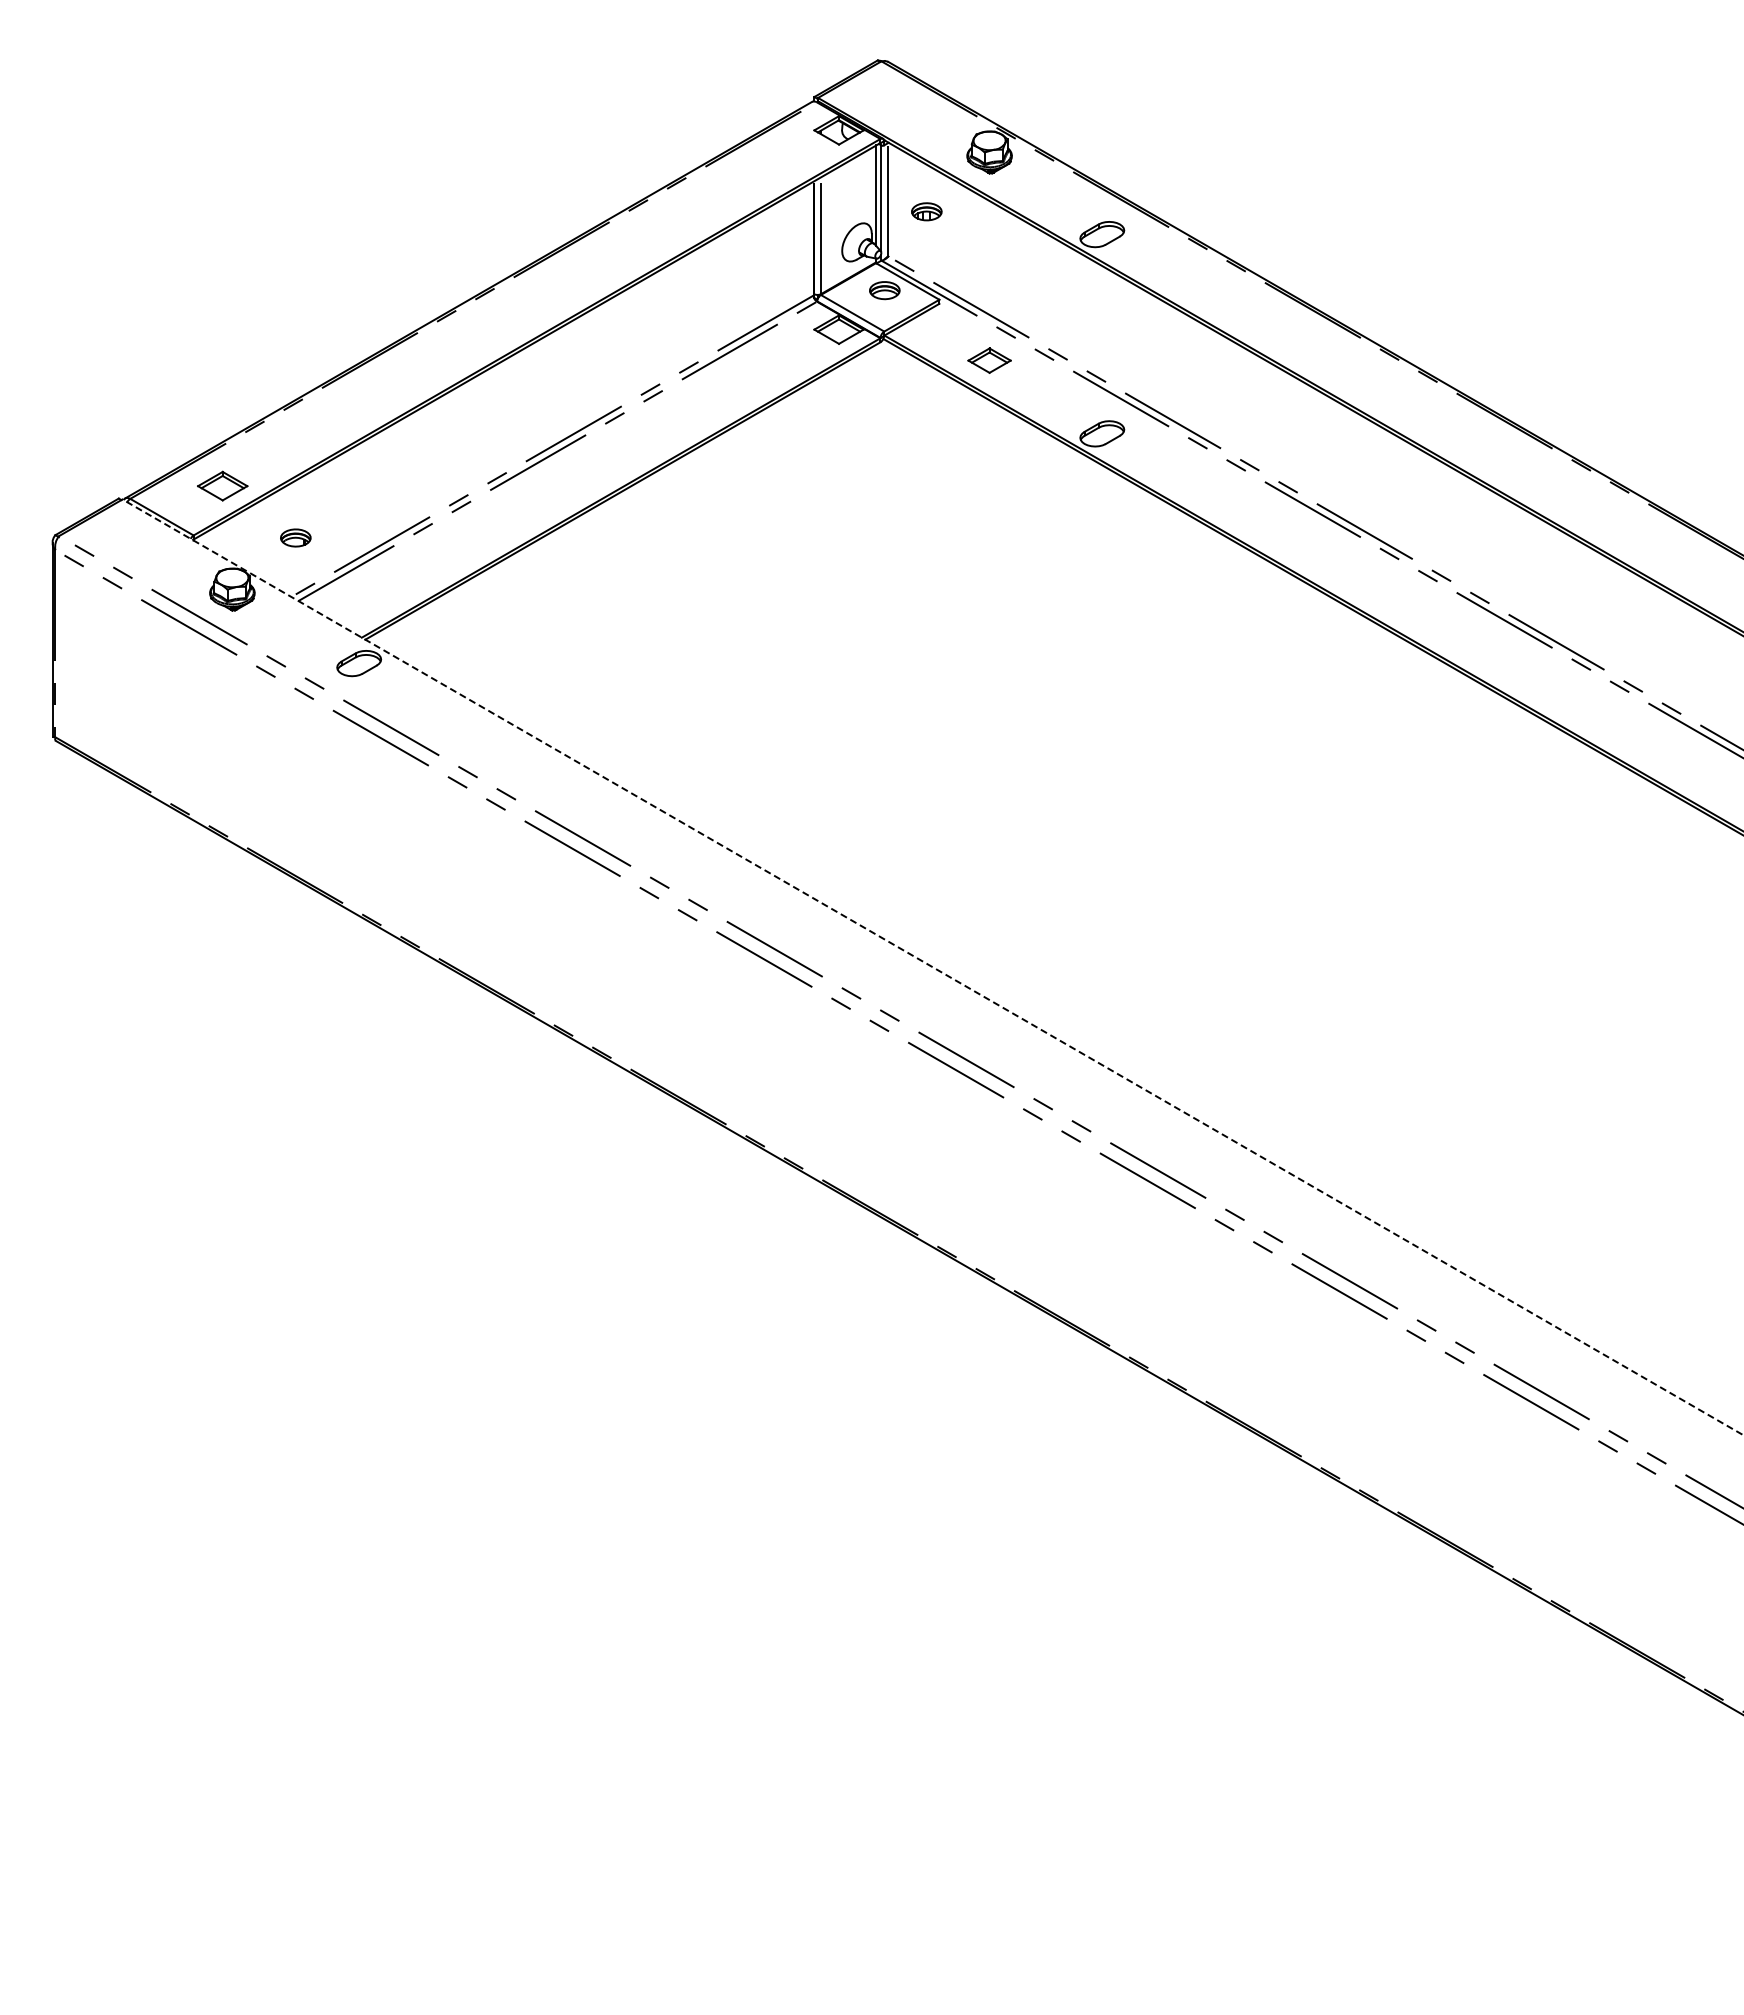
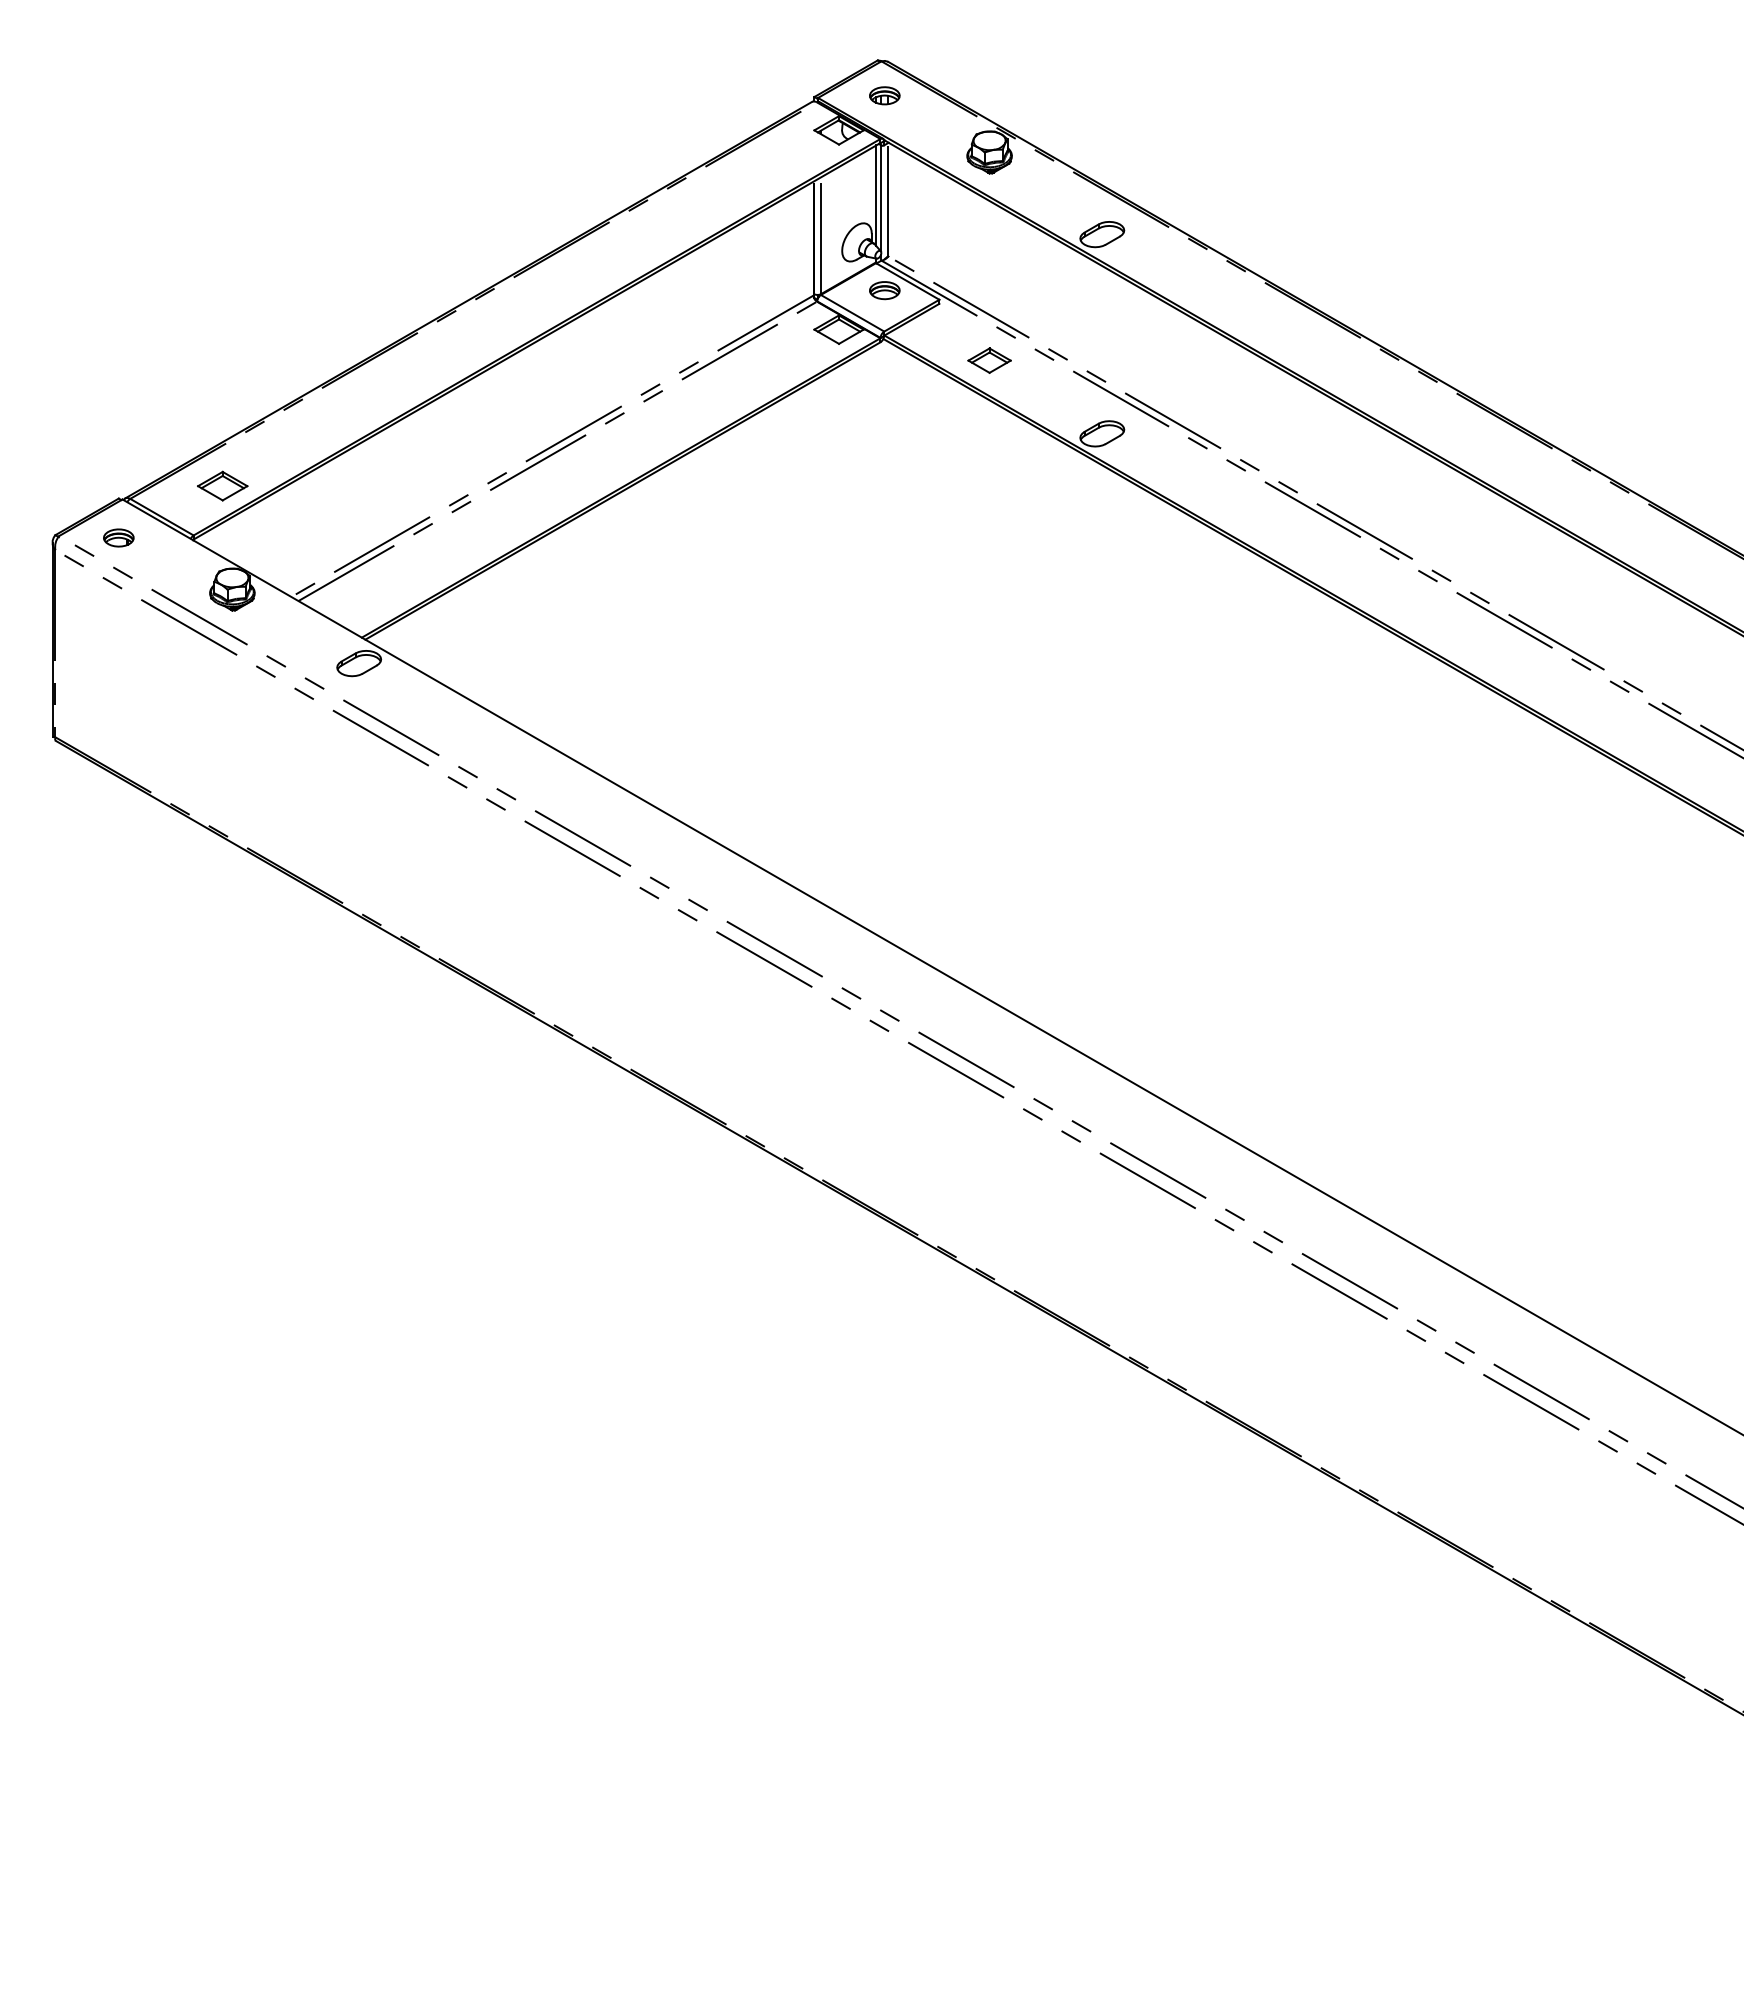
part at (926, 211) position: (926, 211) -> (884, 95)
part at (295, 537) position: (295, 537) -> (118, 537)
line at (932, 967): dashed -> solid
